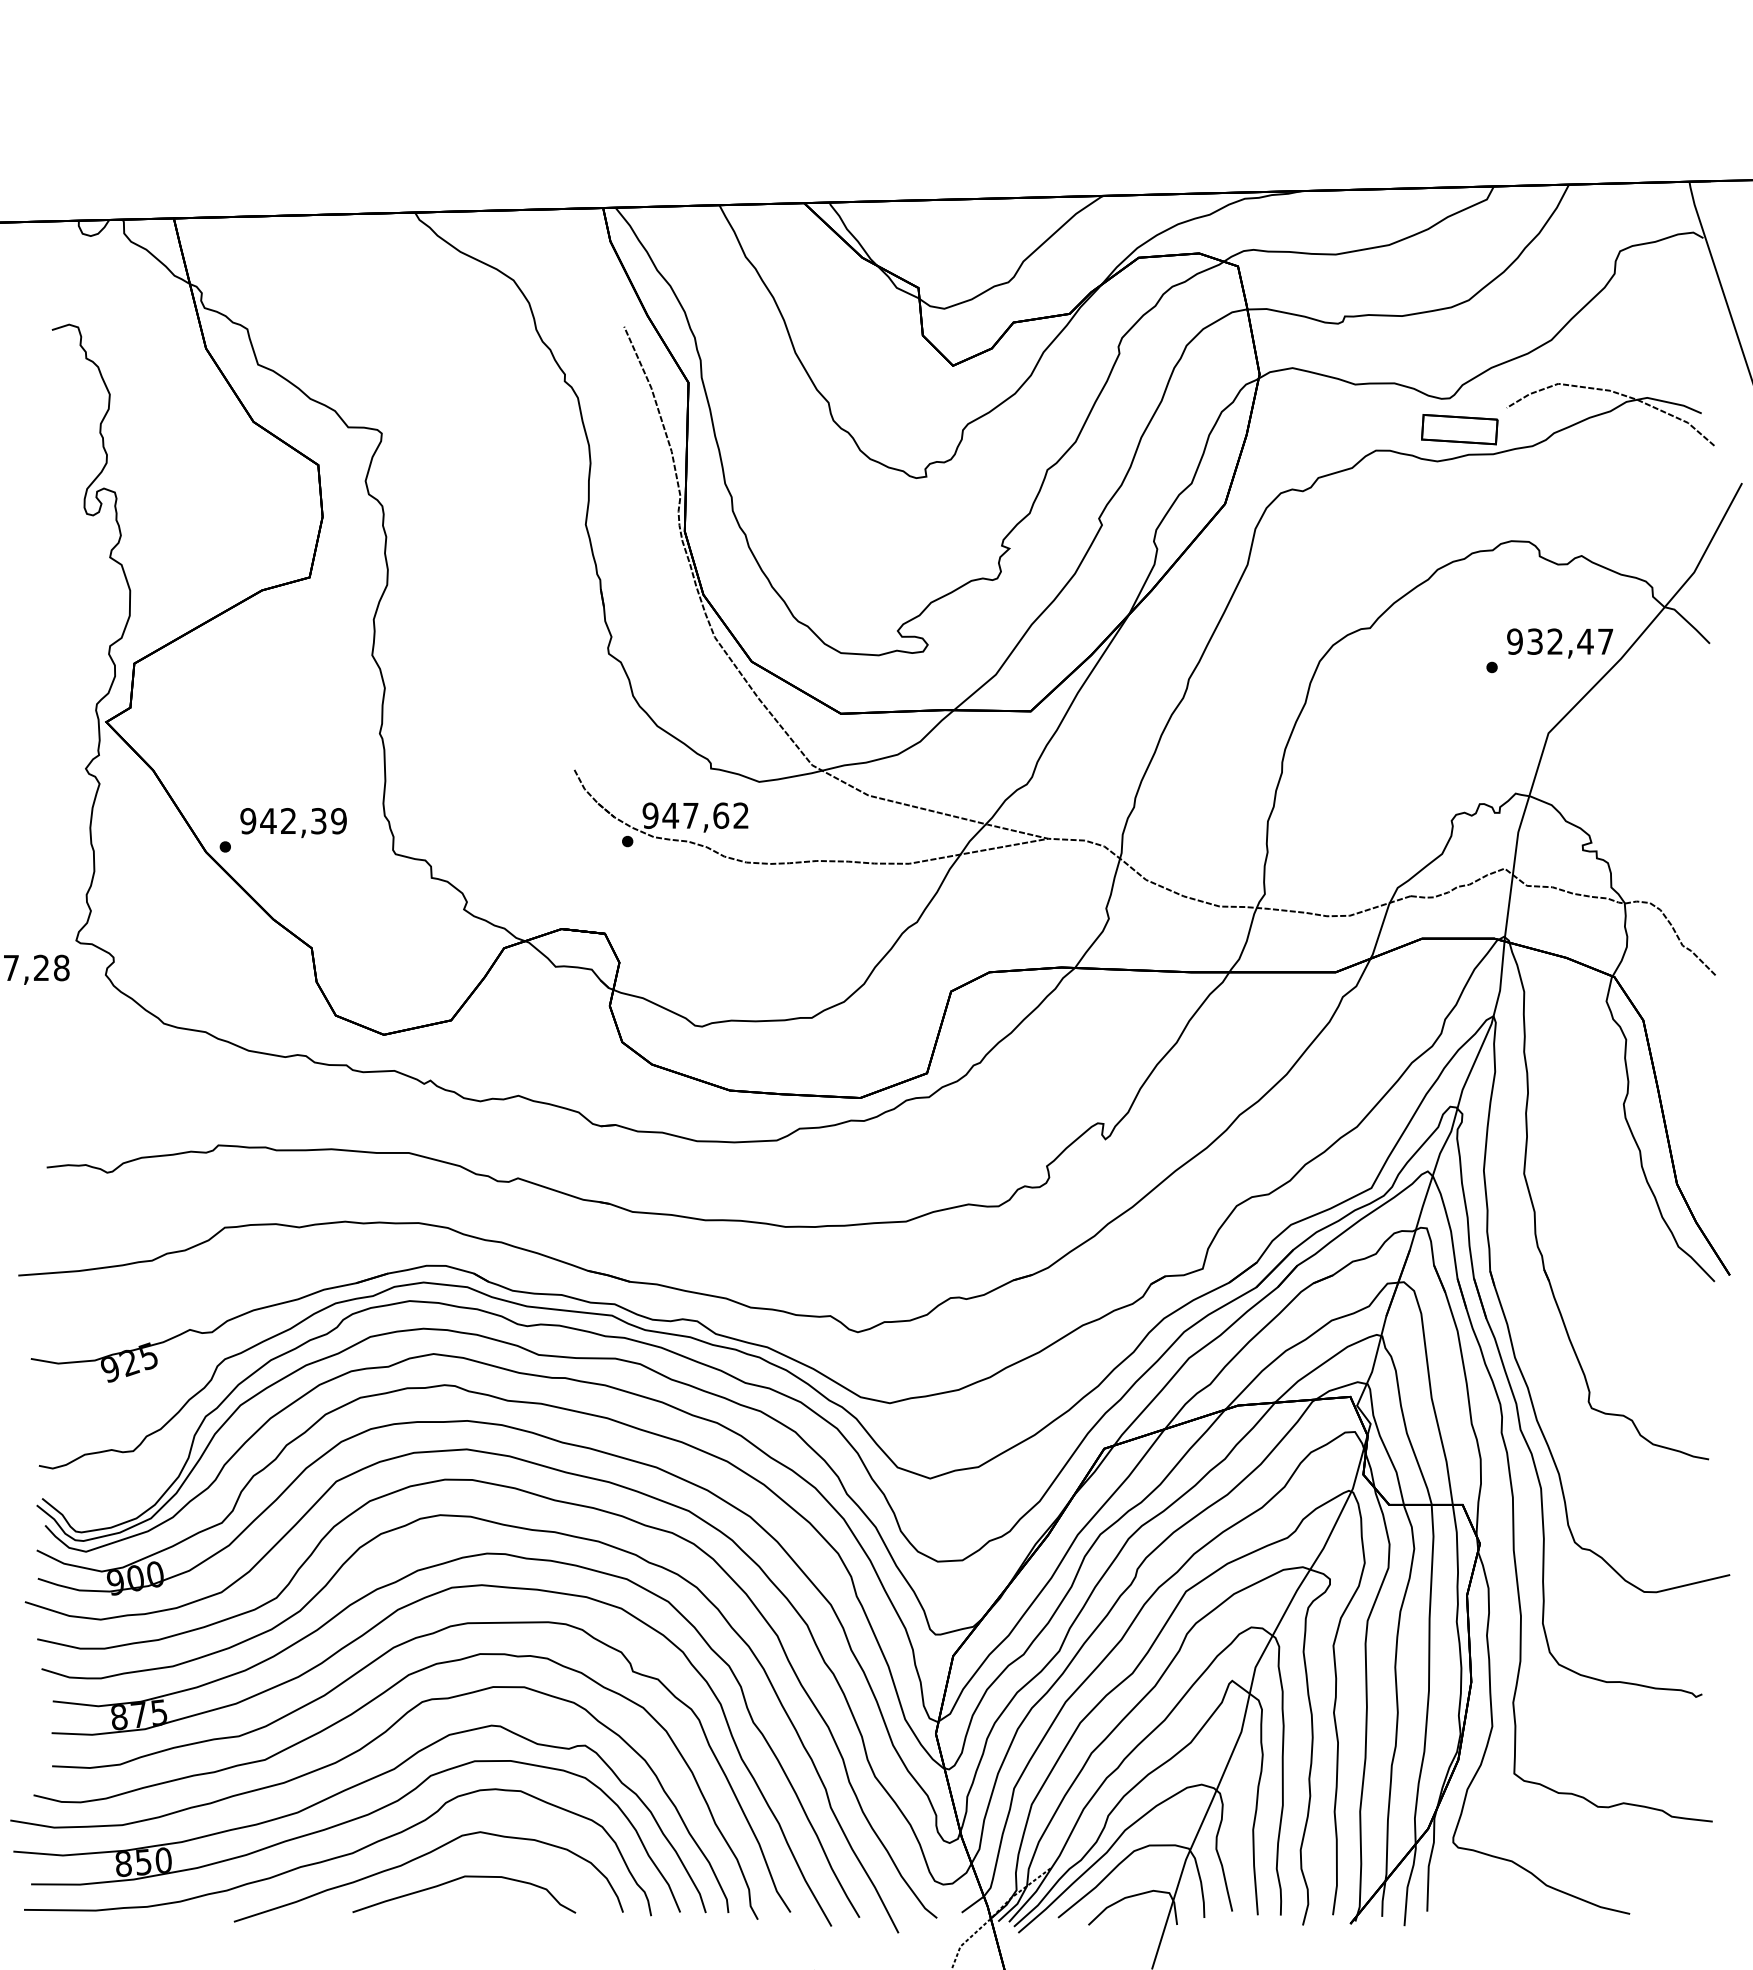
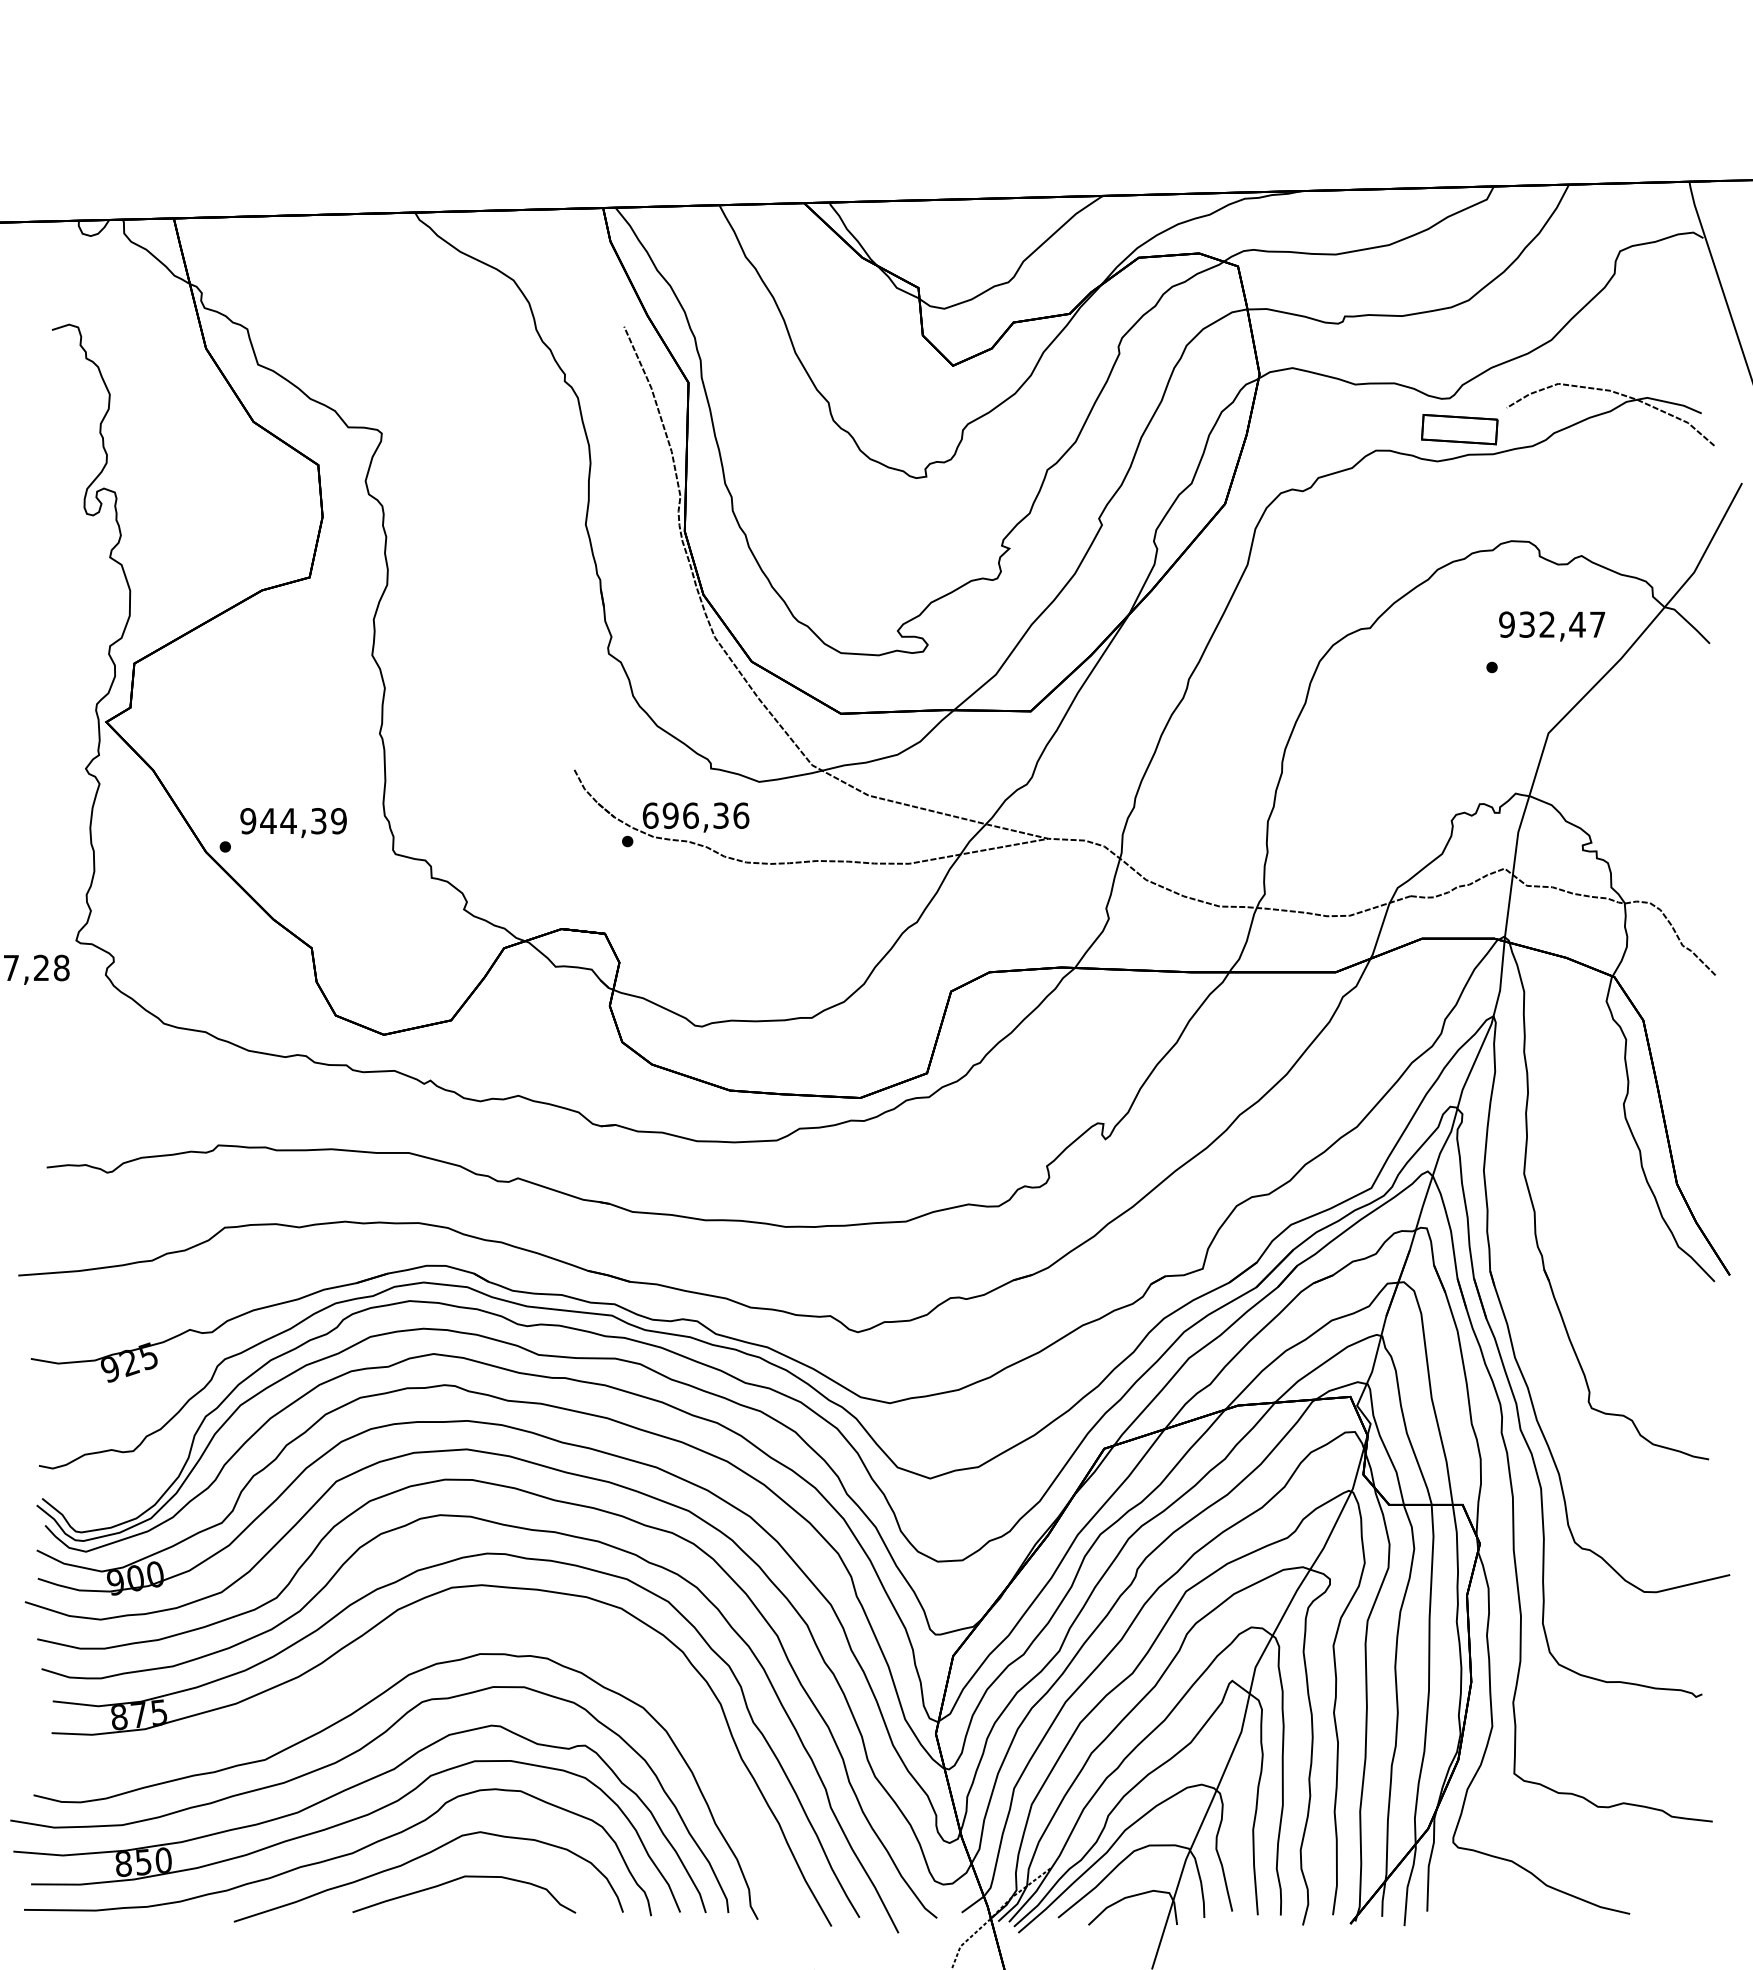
text at (1560, 643) position: (1560, 643) -> (1552, 626)
text at (695, 815): 947,62 -> 696,36
text at (288, 820): 942,39 -> 944,39
curve at (358, 1673): present -> none
